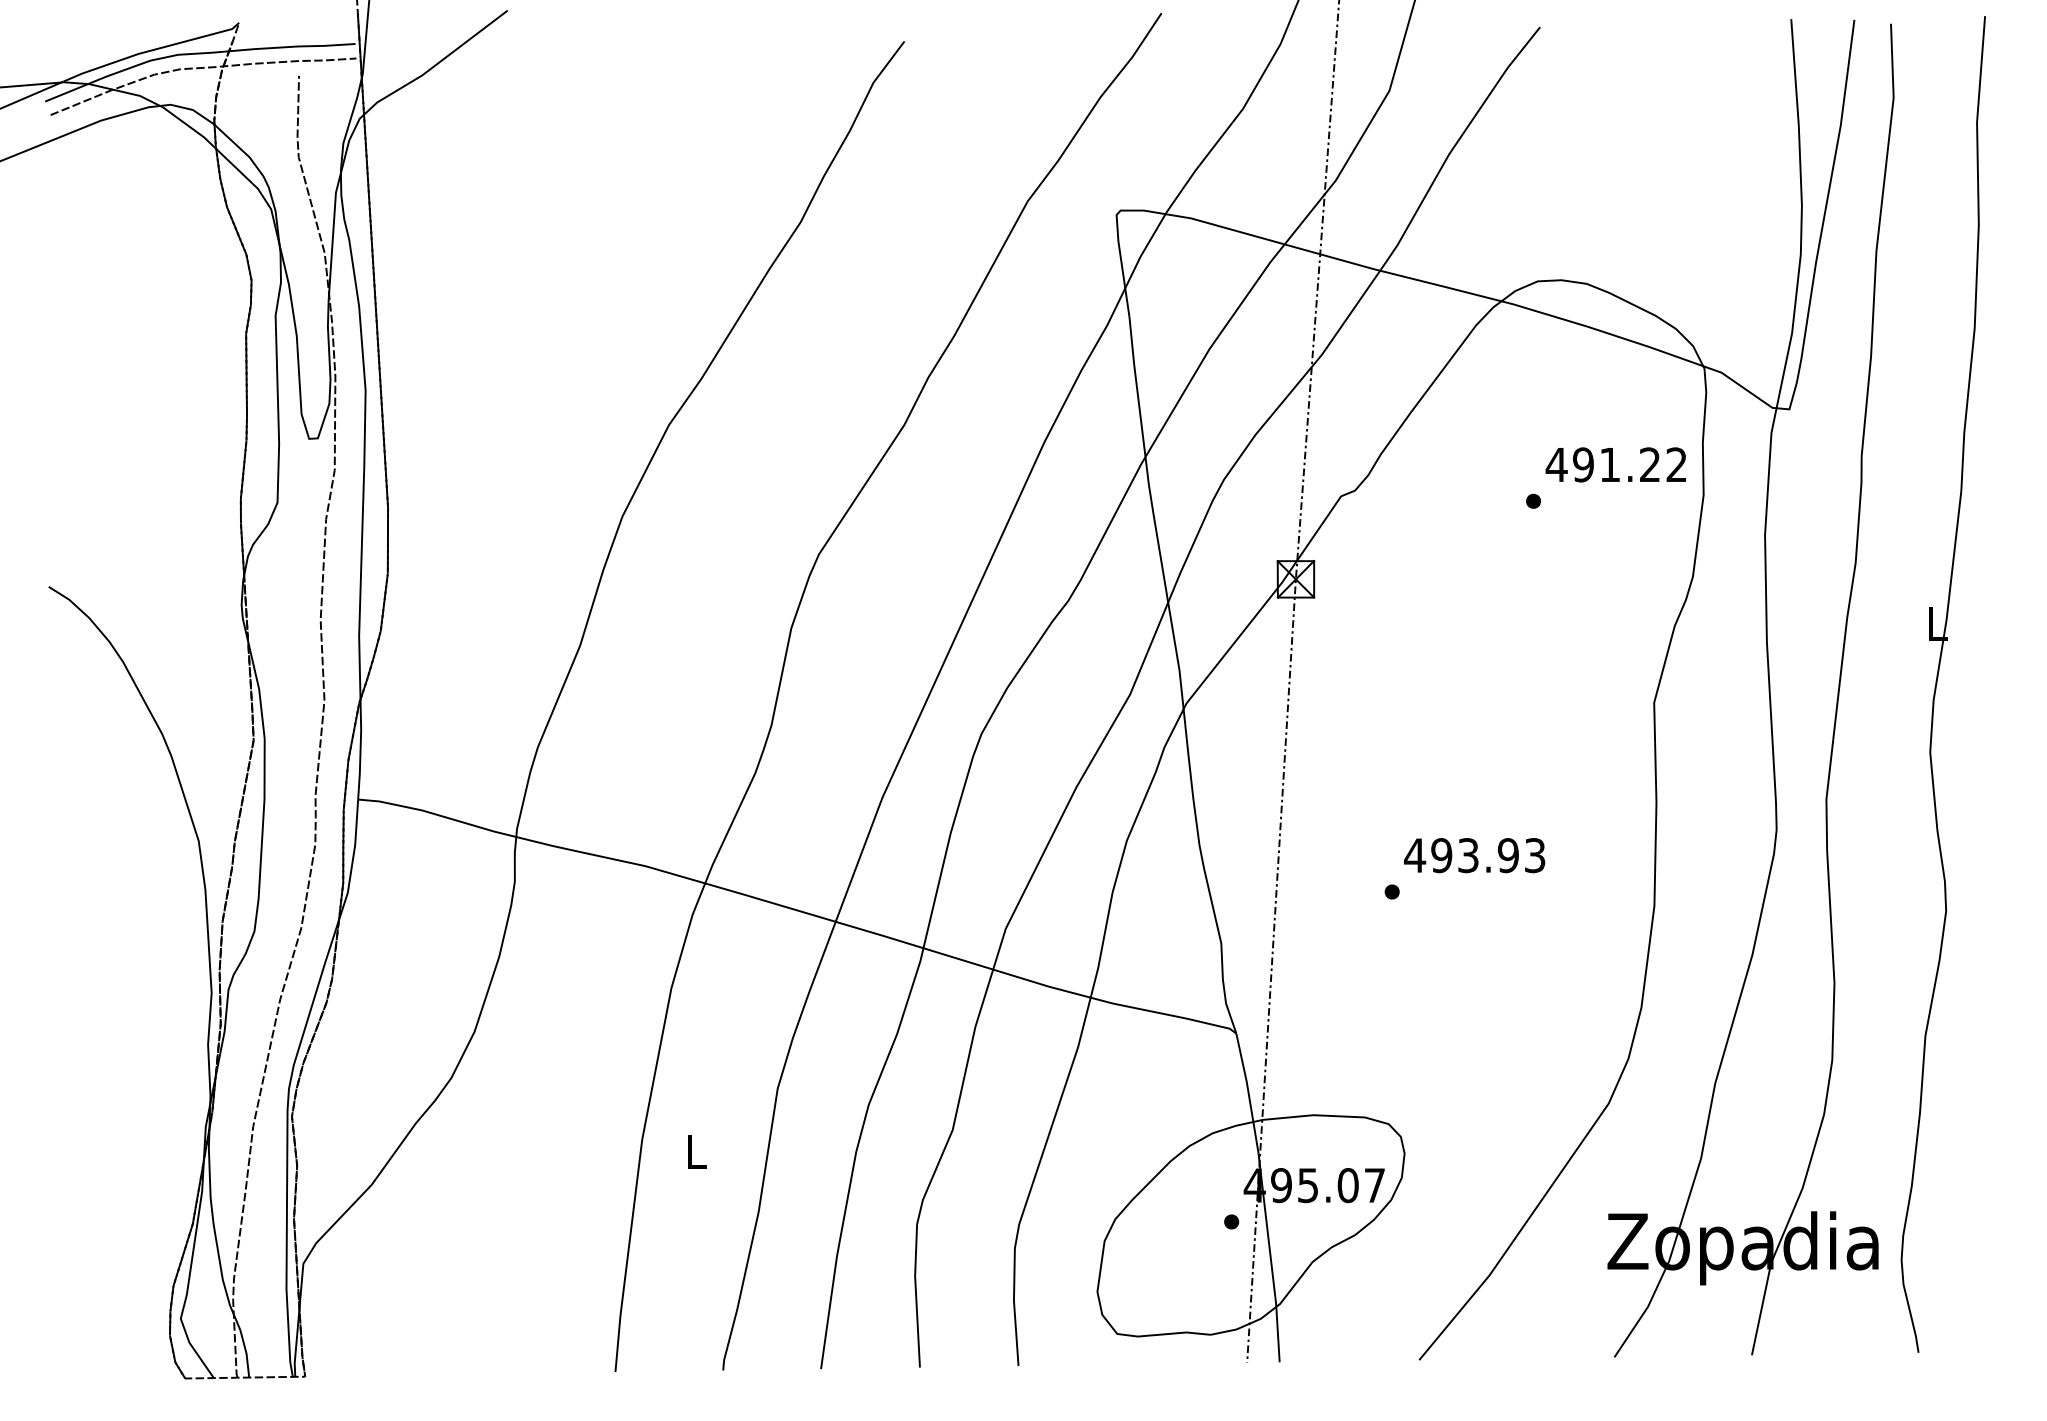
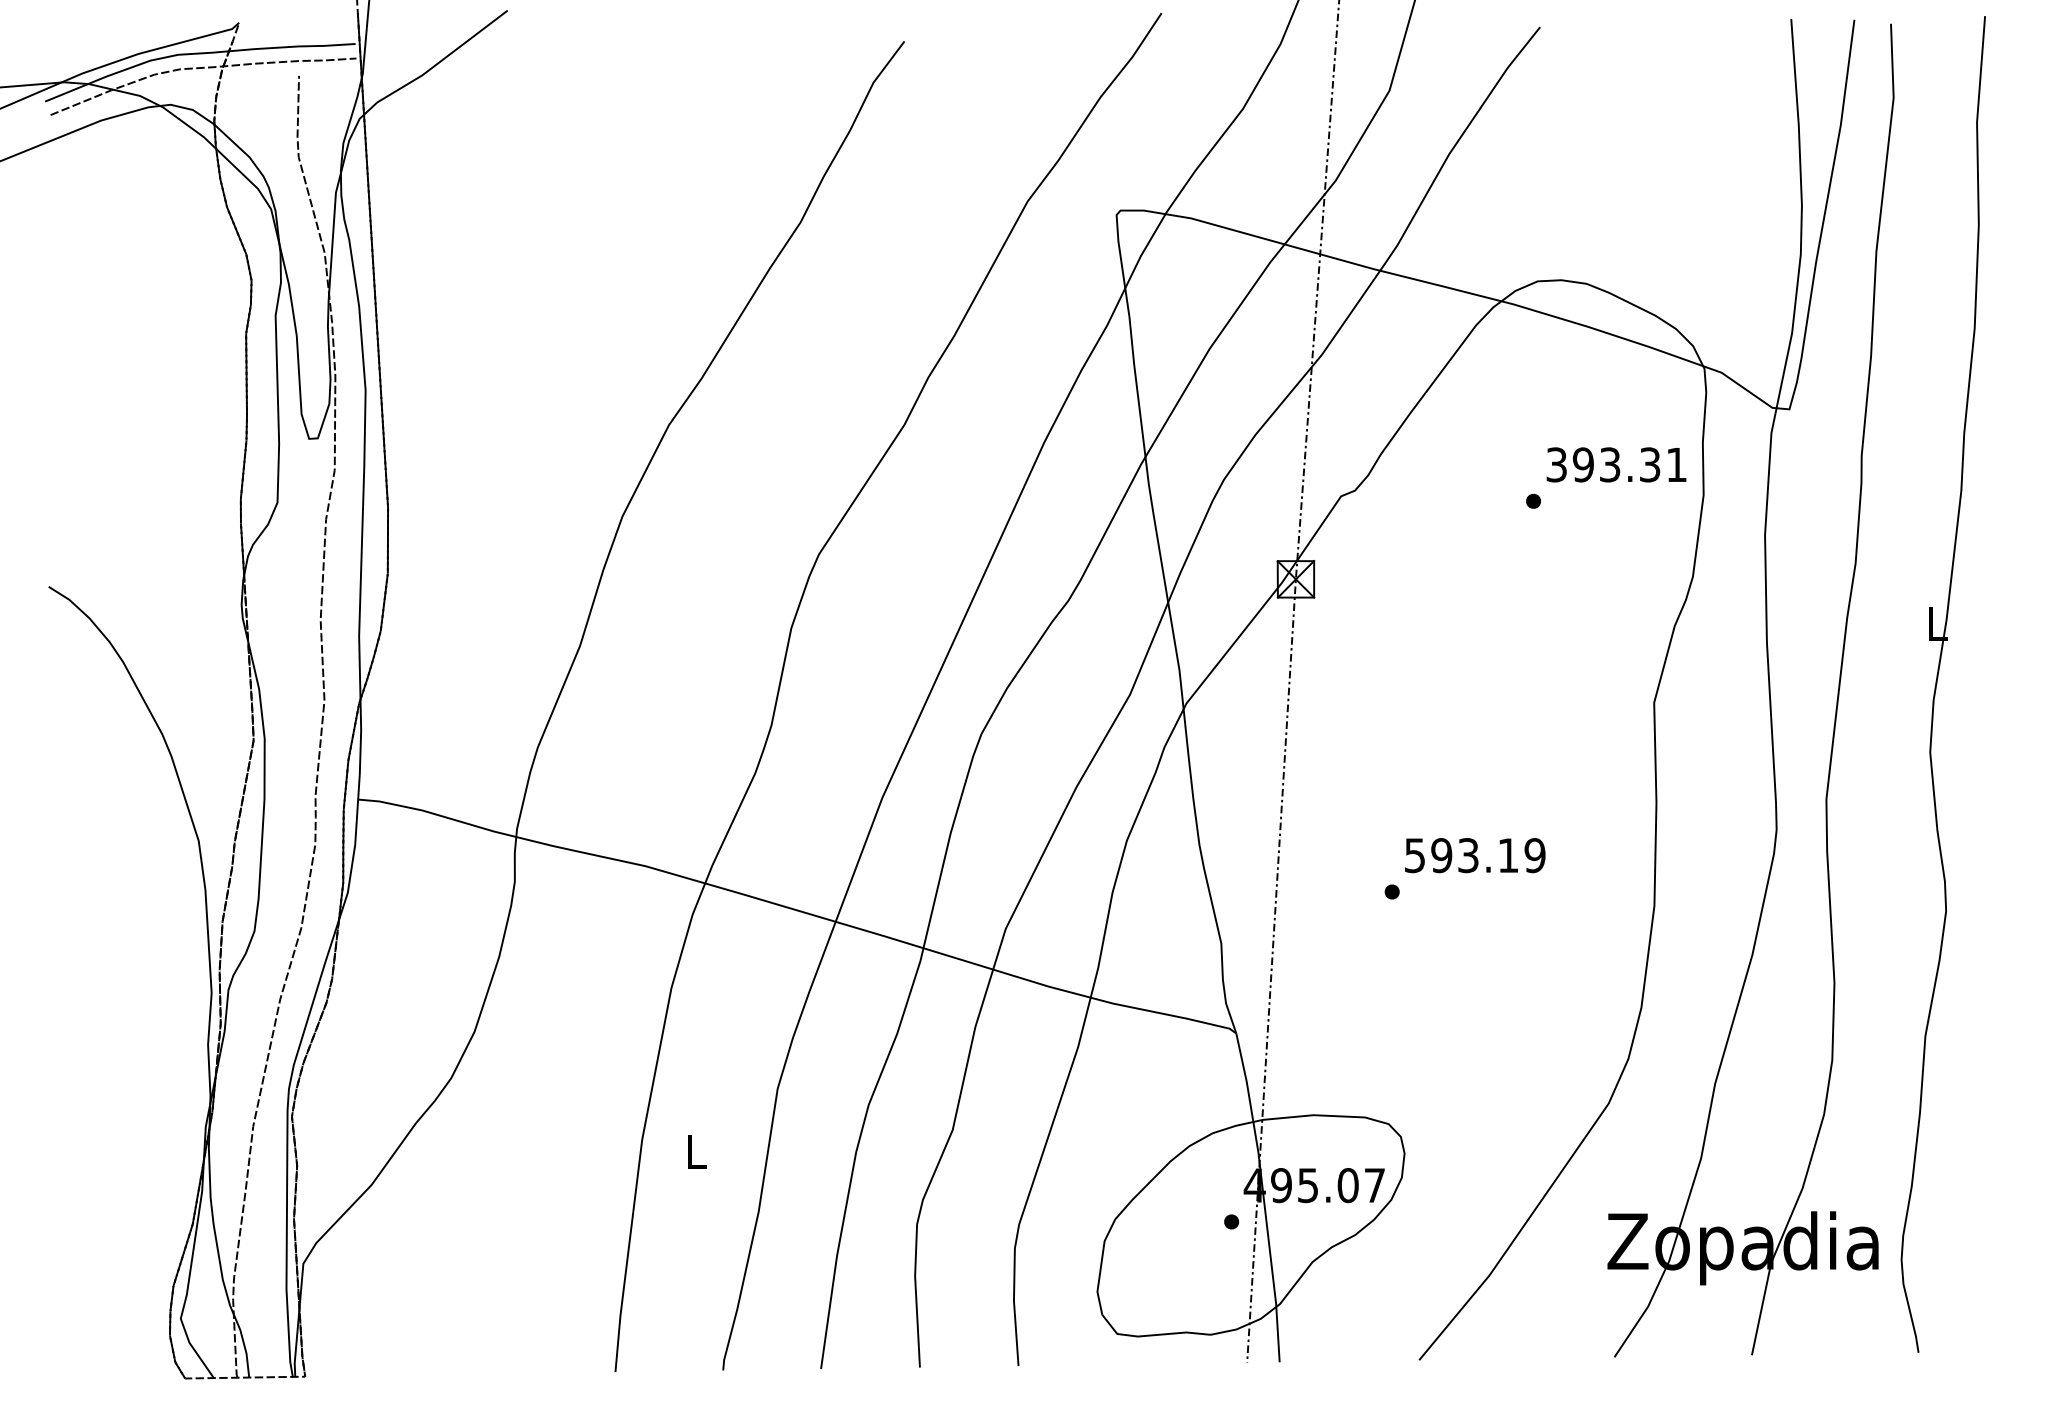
text at (1615, 464): 491.22 -> 393.31
text at (1474, 855): 493.93 -> 593.19
